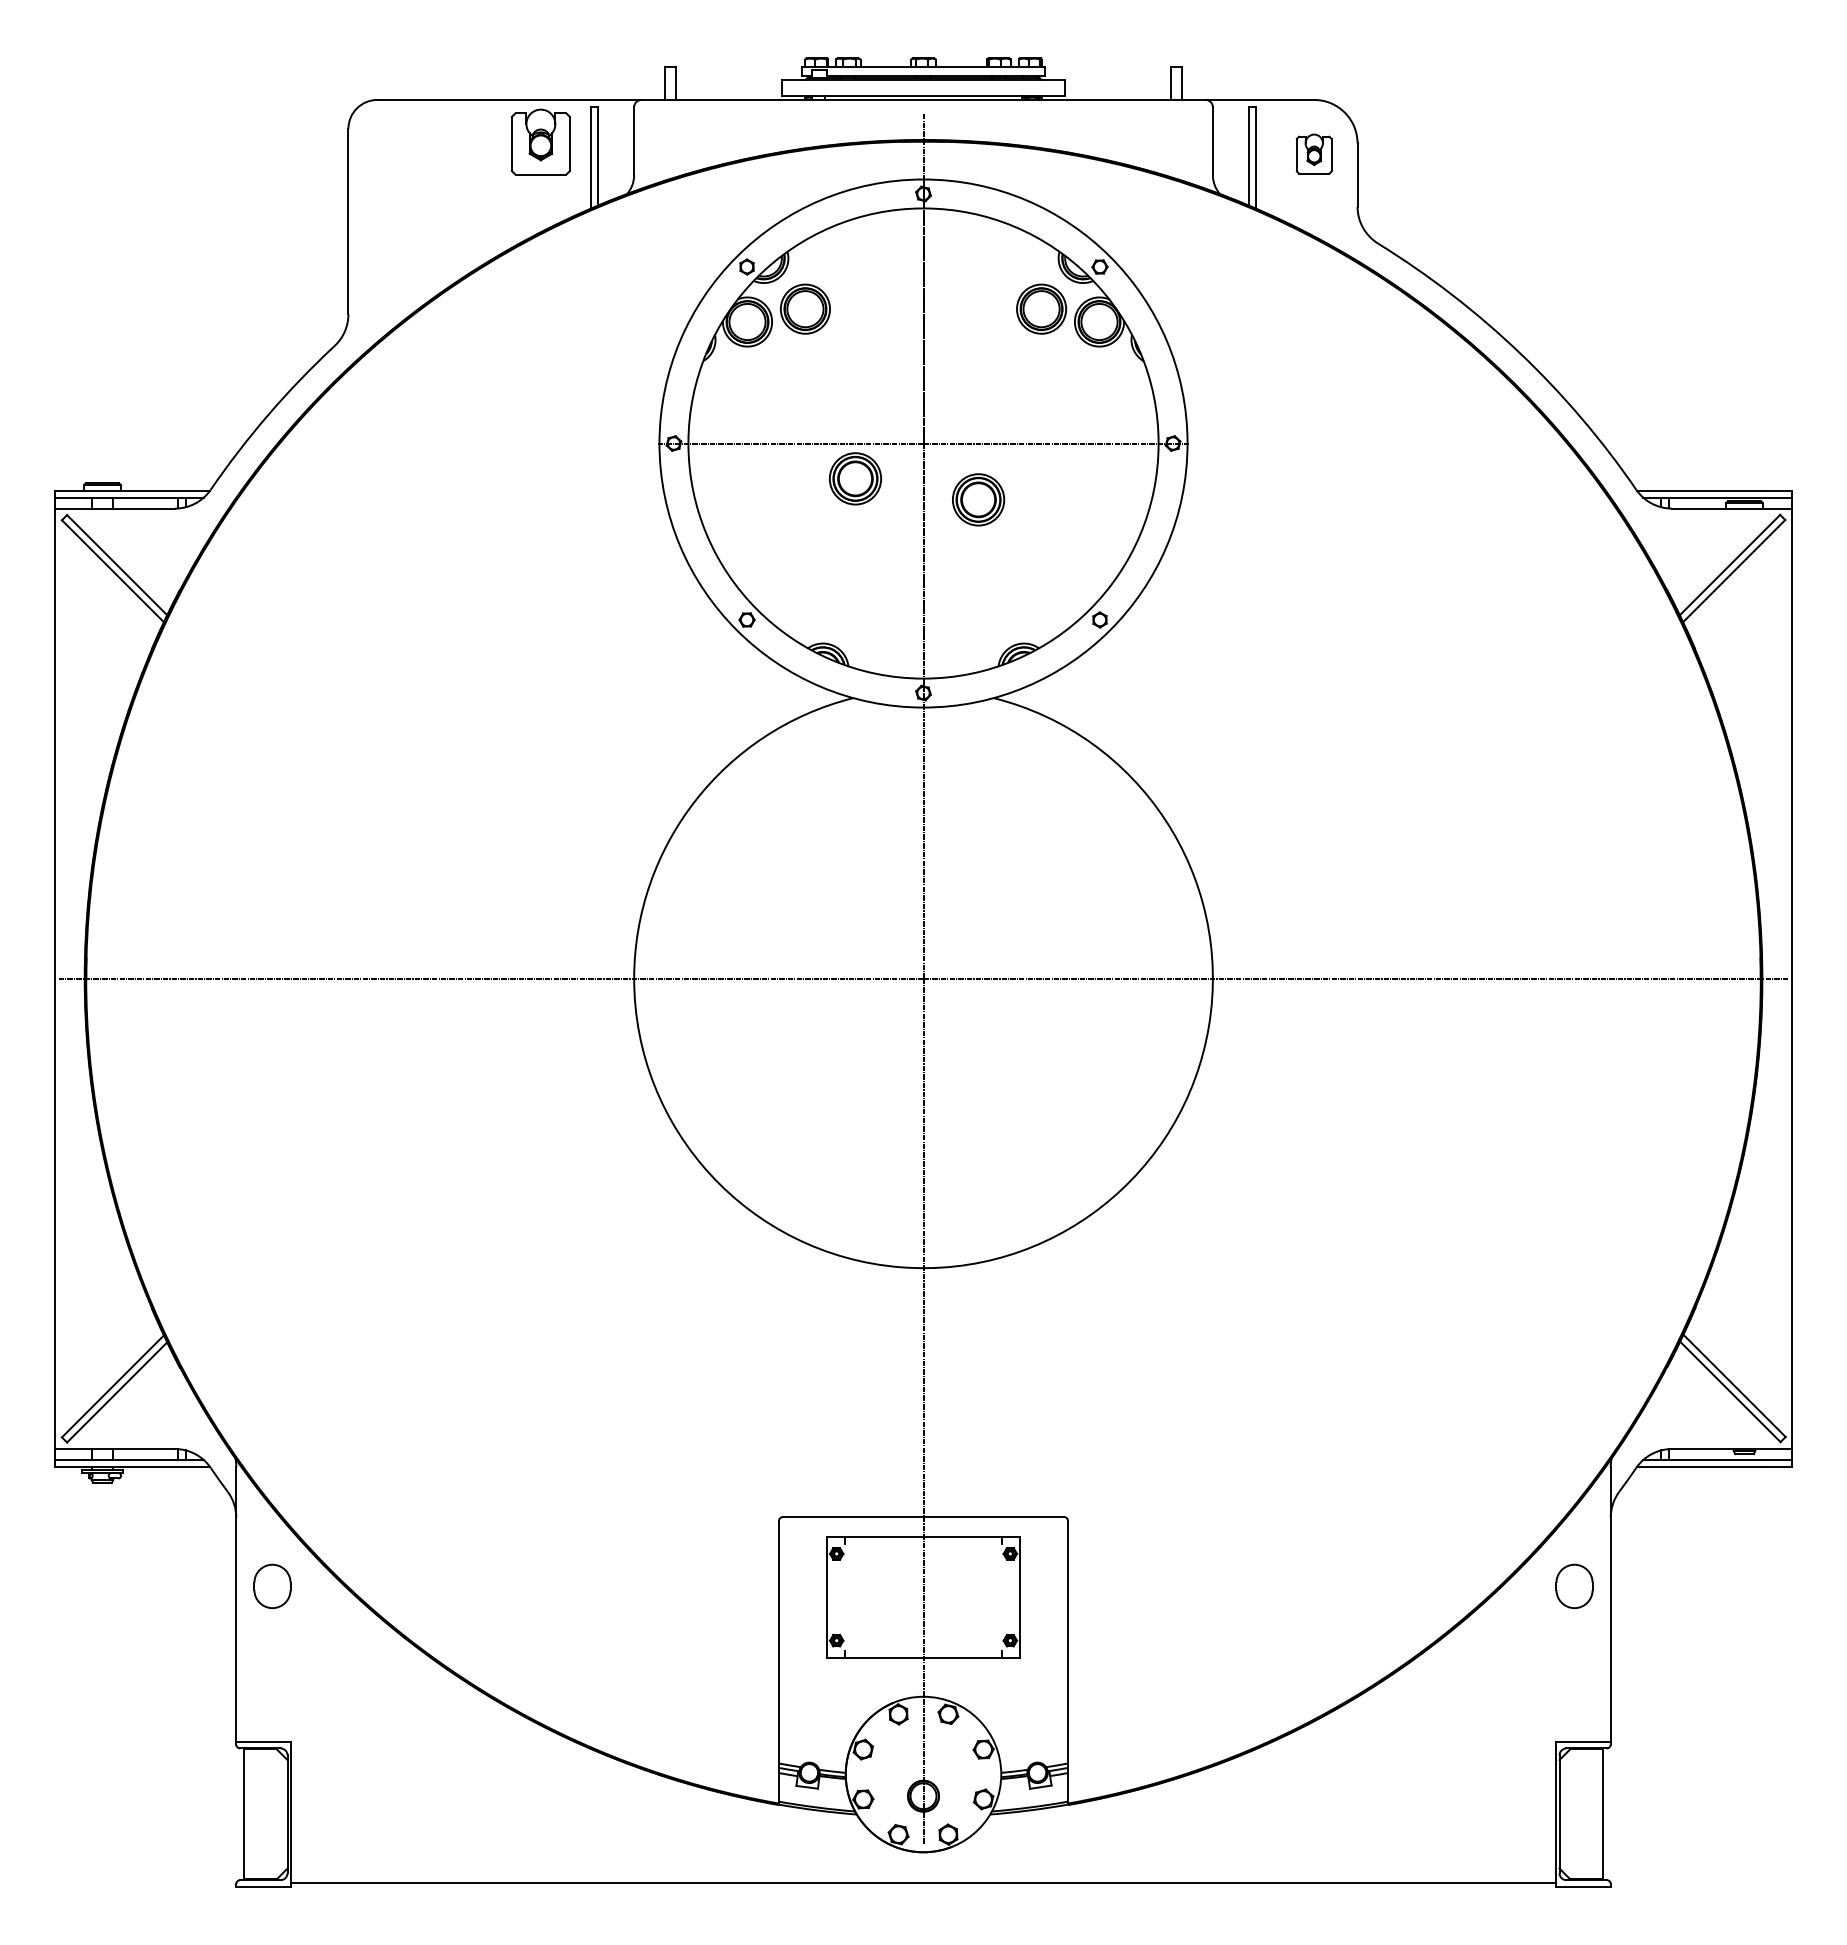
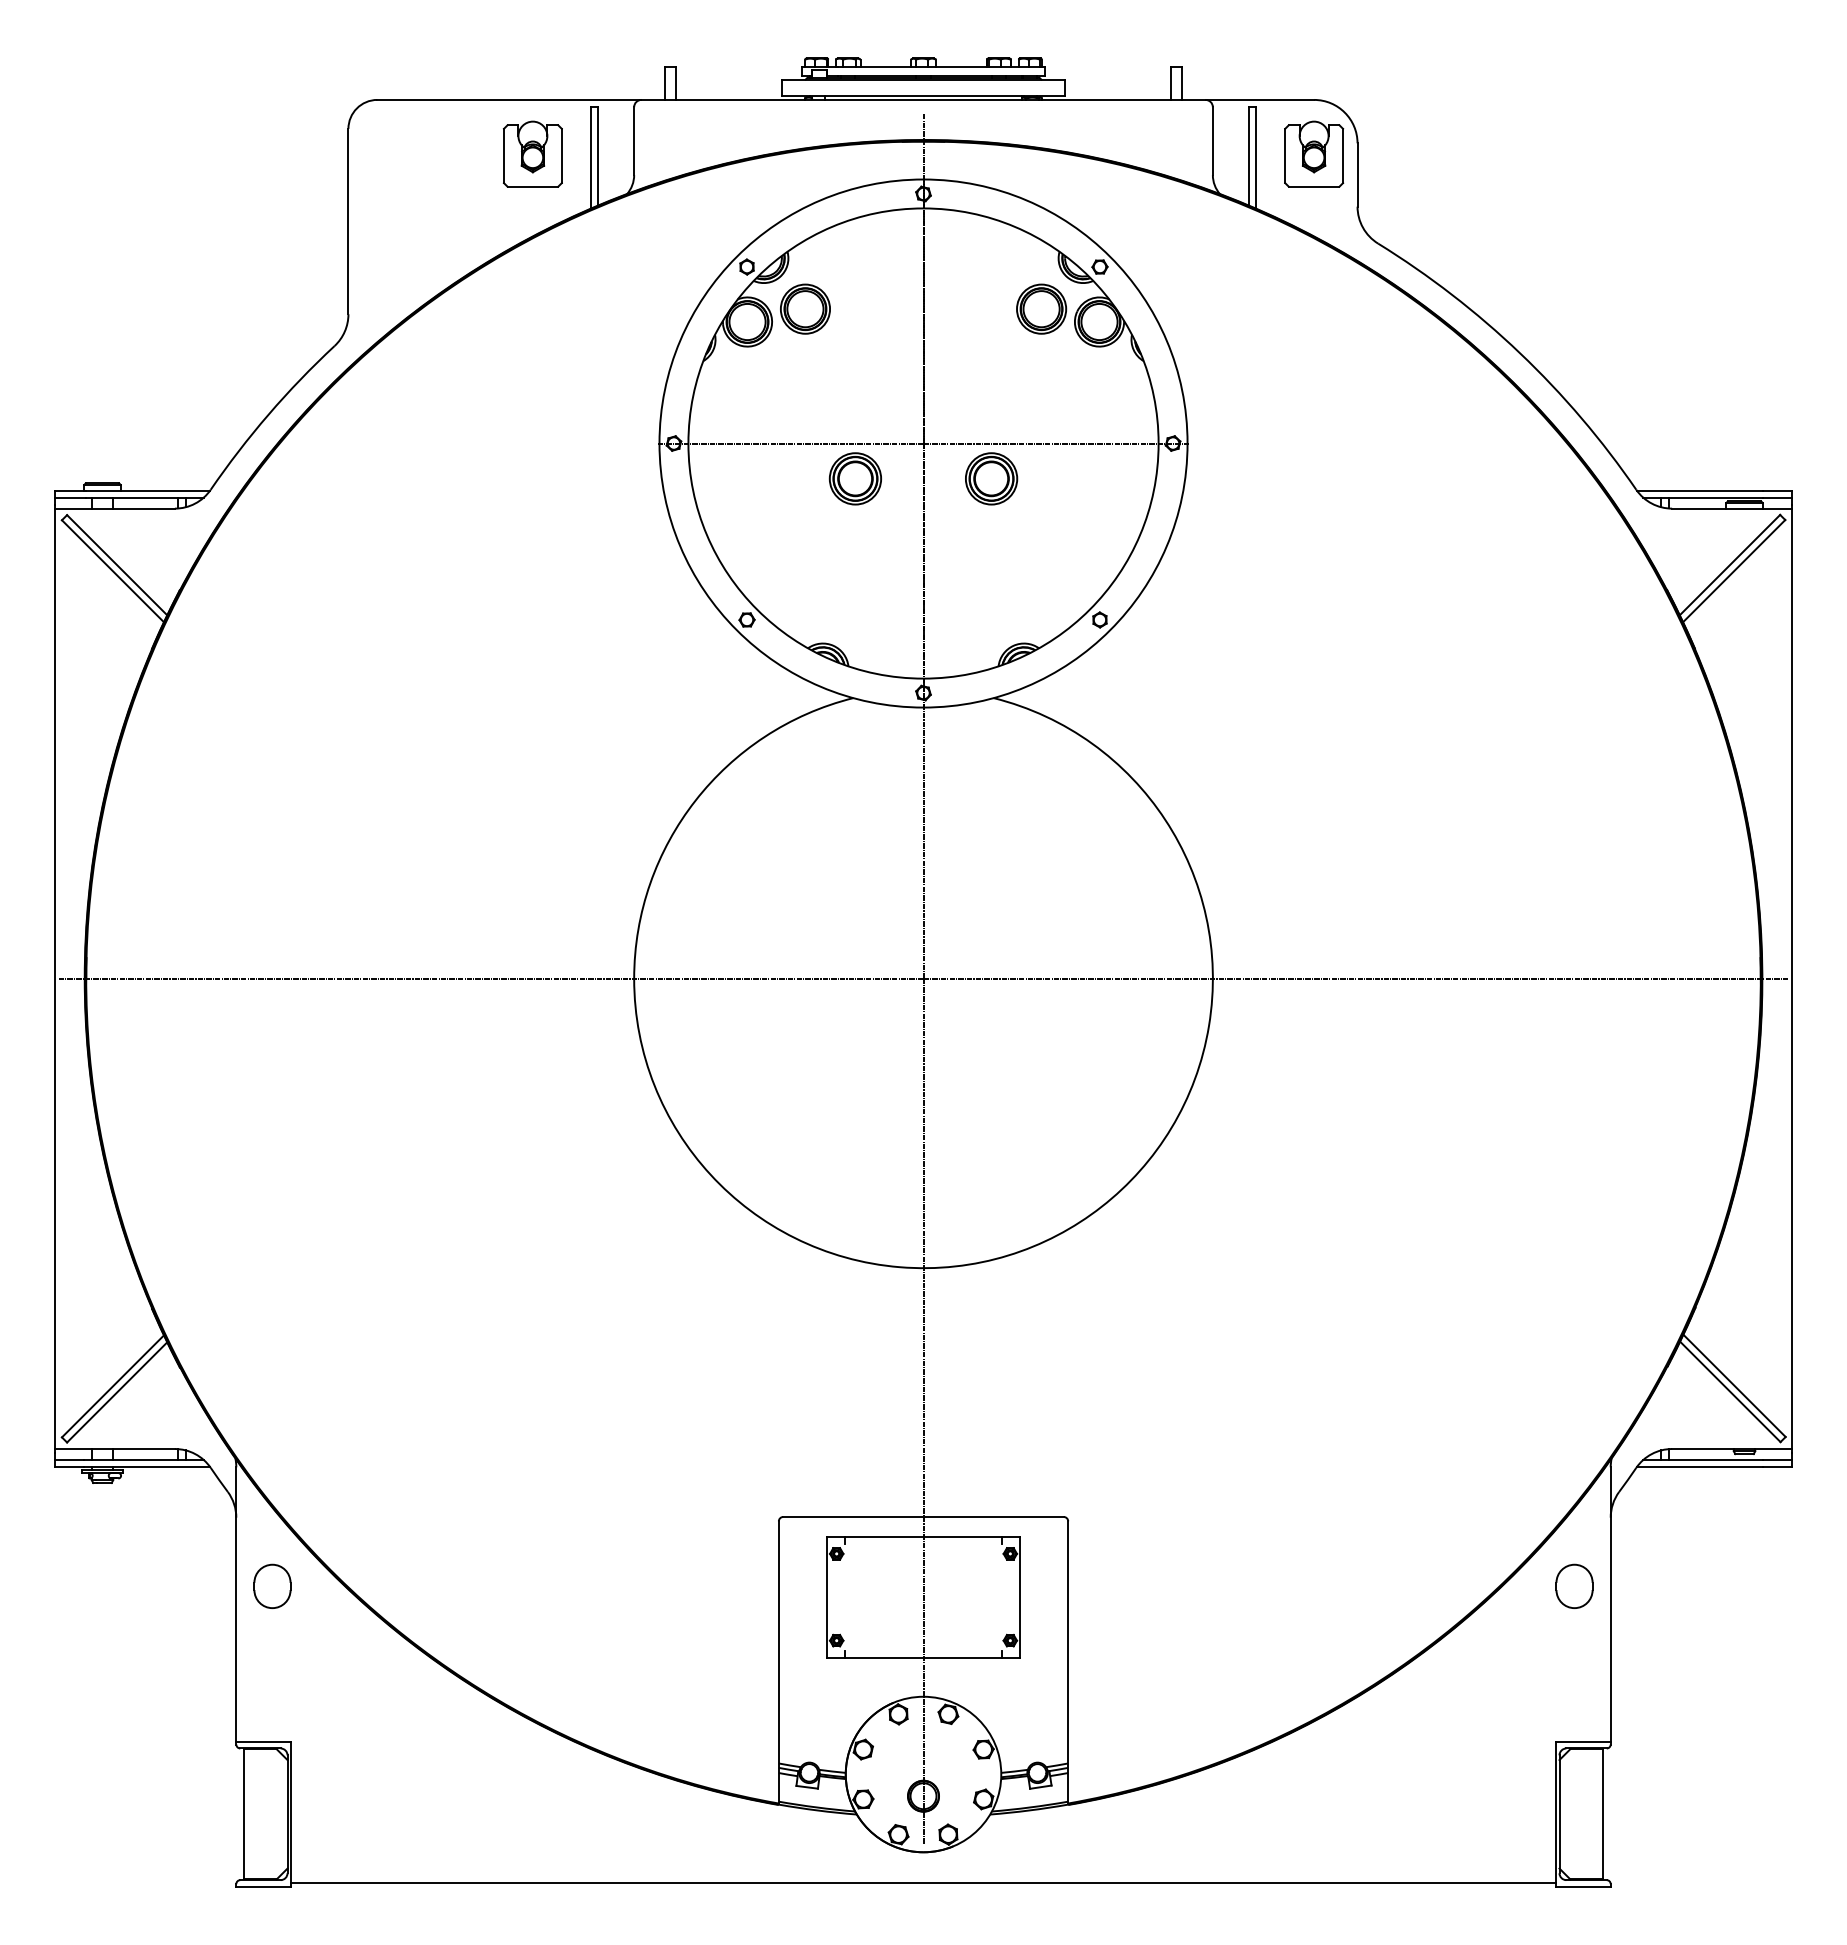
part at (540, 141) position: (540, 141) -> (532, 153)
part at (1313, 153) size: 38x42 px -> 61x68 px
part at (978, 499) position: (978, 499) -> (991, 478)
